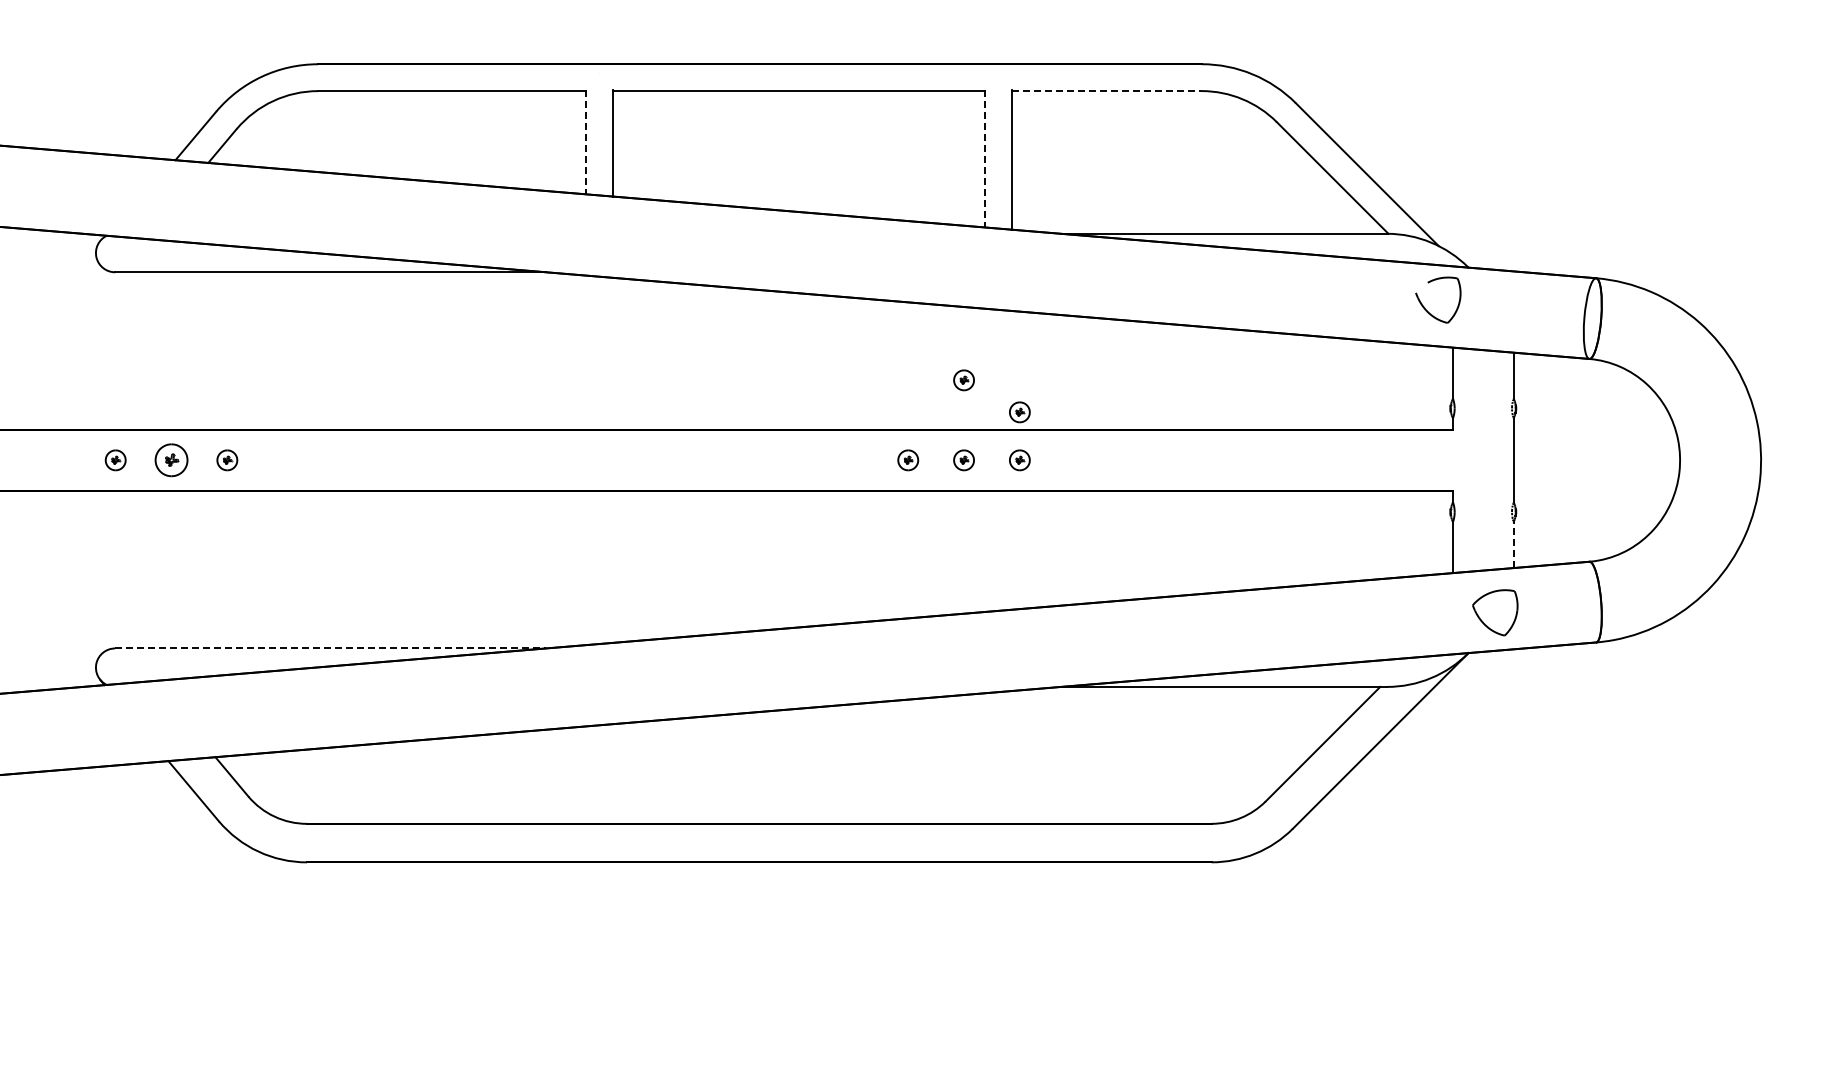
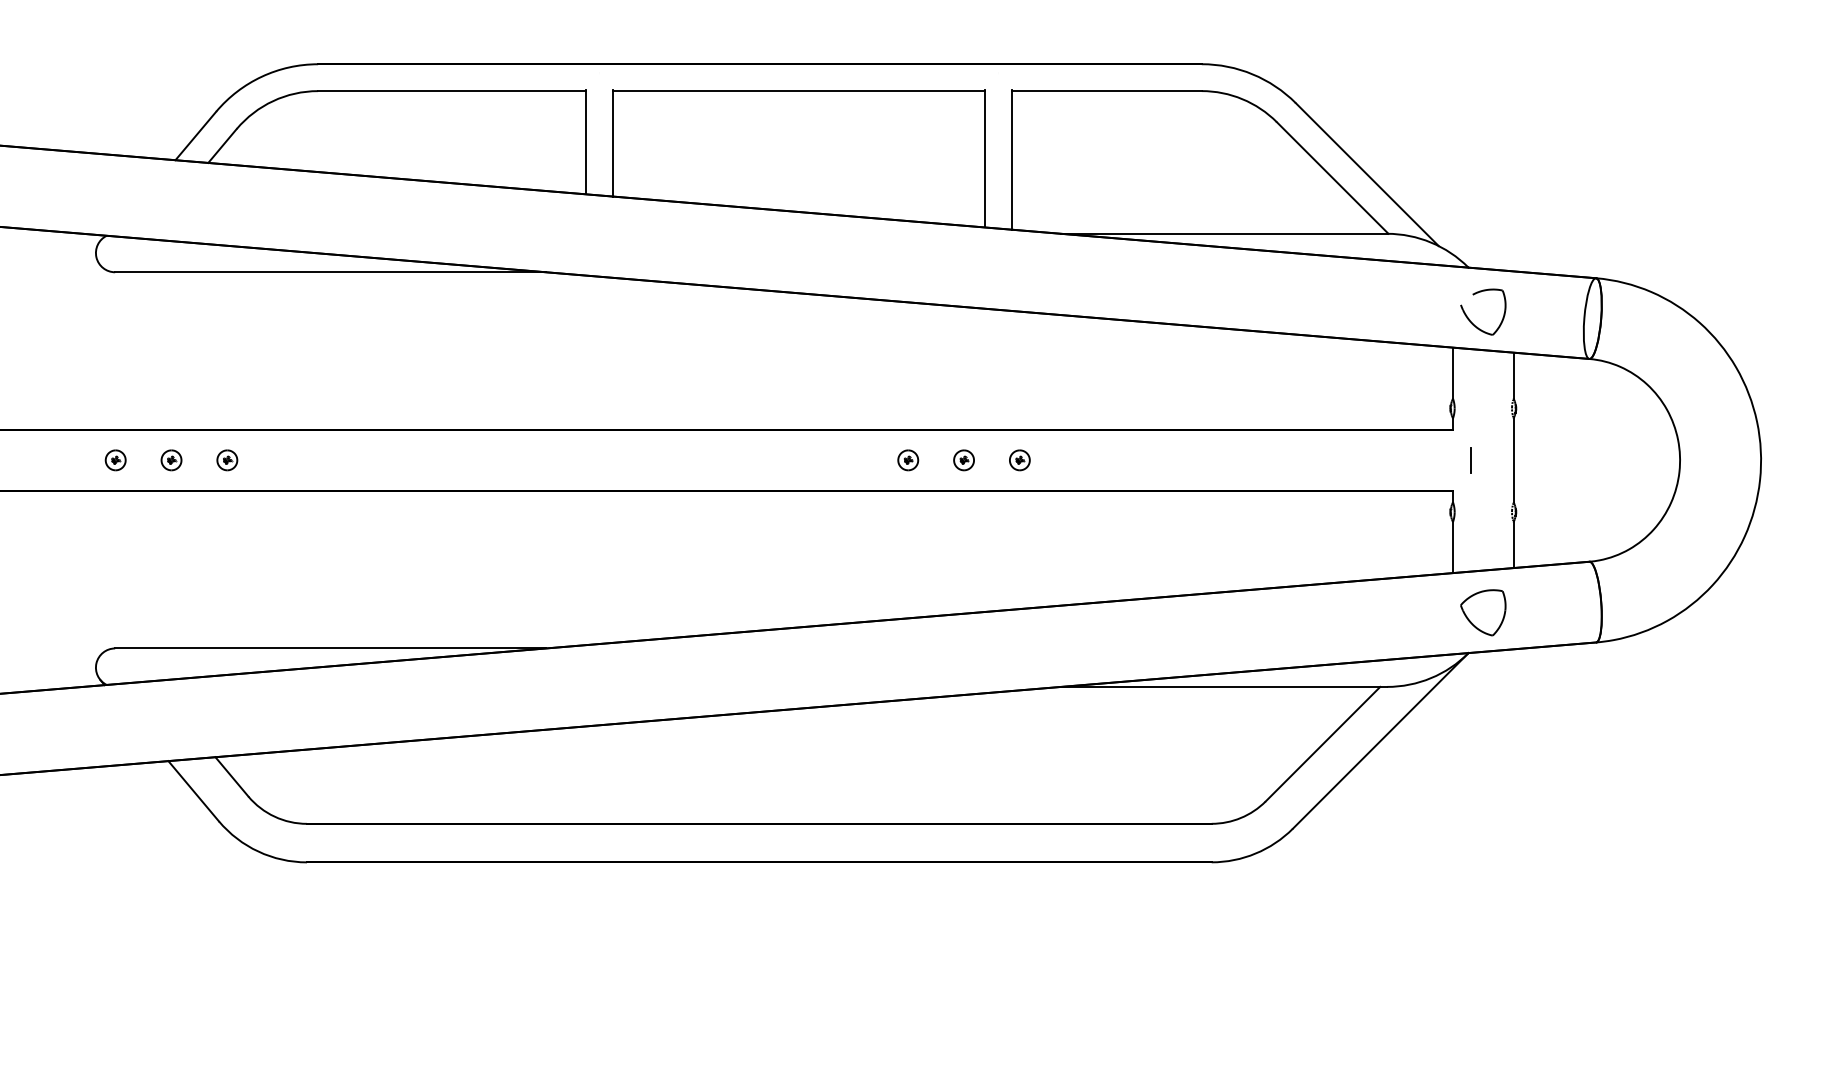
line at (1106, 91): dashed -> solid
line at (586, 142): dashed -> solid
line at (985, 158): dashed -> solid
part at (1427, 310) position: (1427, 310) -> (1472, 322)
part at (963, 380): present -> none
part at (1019, 412): present -> none
part at (171, 460) size: 35x35 px -> 23x23 px
line at (1470, 460): none -> present
line at (1513, 545): dashed -> solid
part at (1495, 612) position: (1495, 612) -> (1483, 612)
line at (330, 648): dashed -> solid
